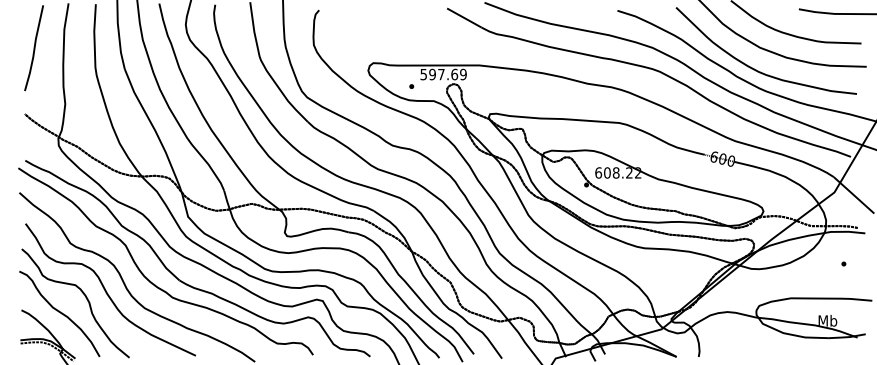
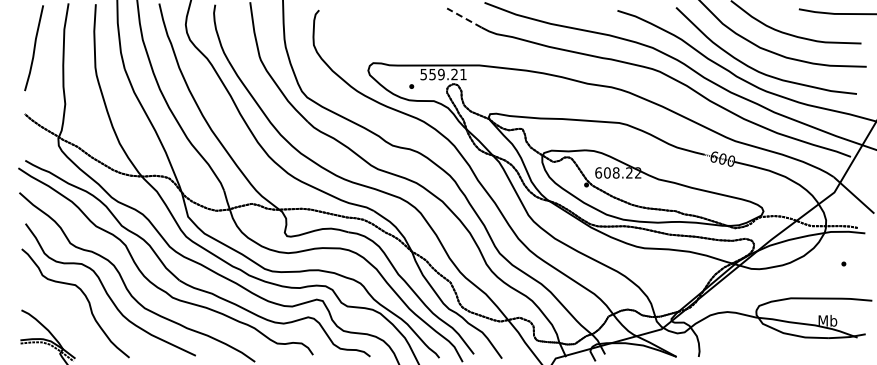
line at (464, 18): solid -> dashed
text at (447, 74): 597.69 -> 559.21
curve at (59, 312): present -> none
